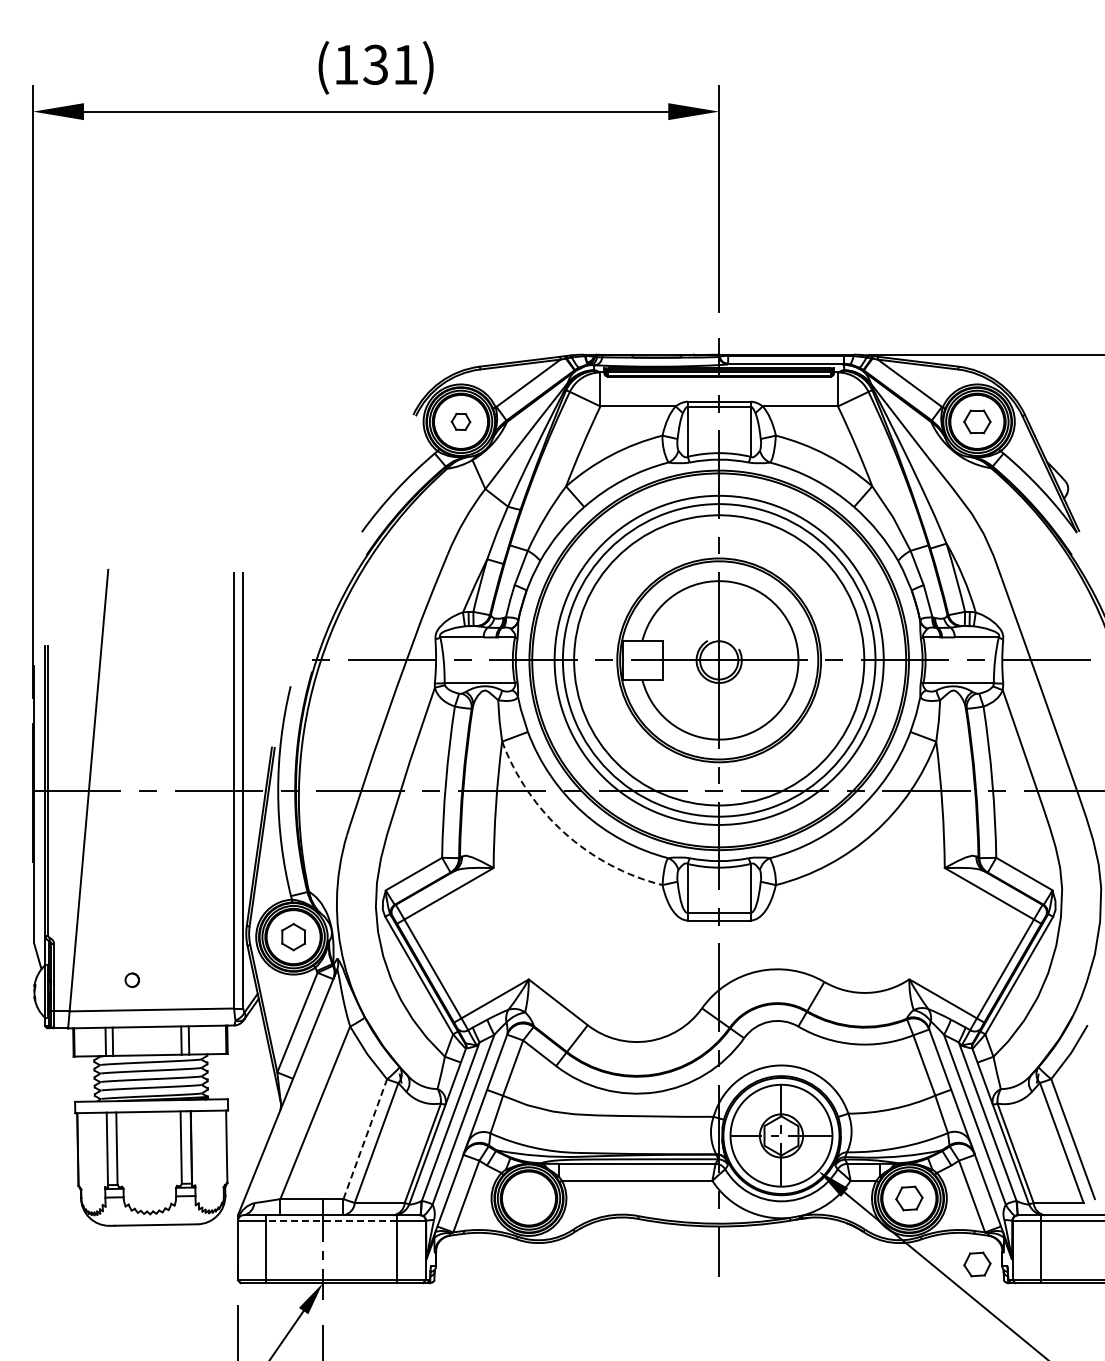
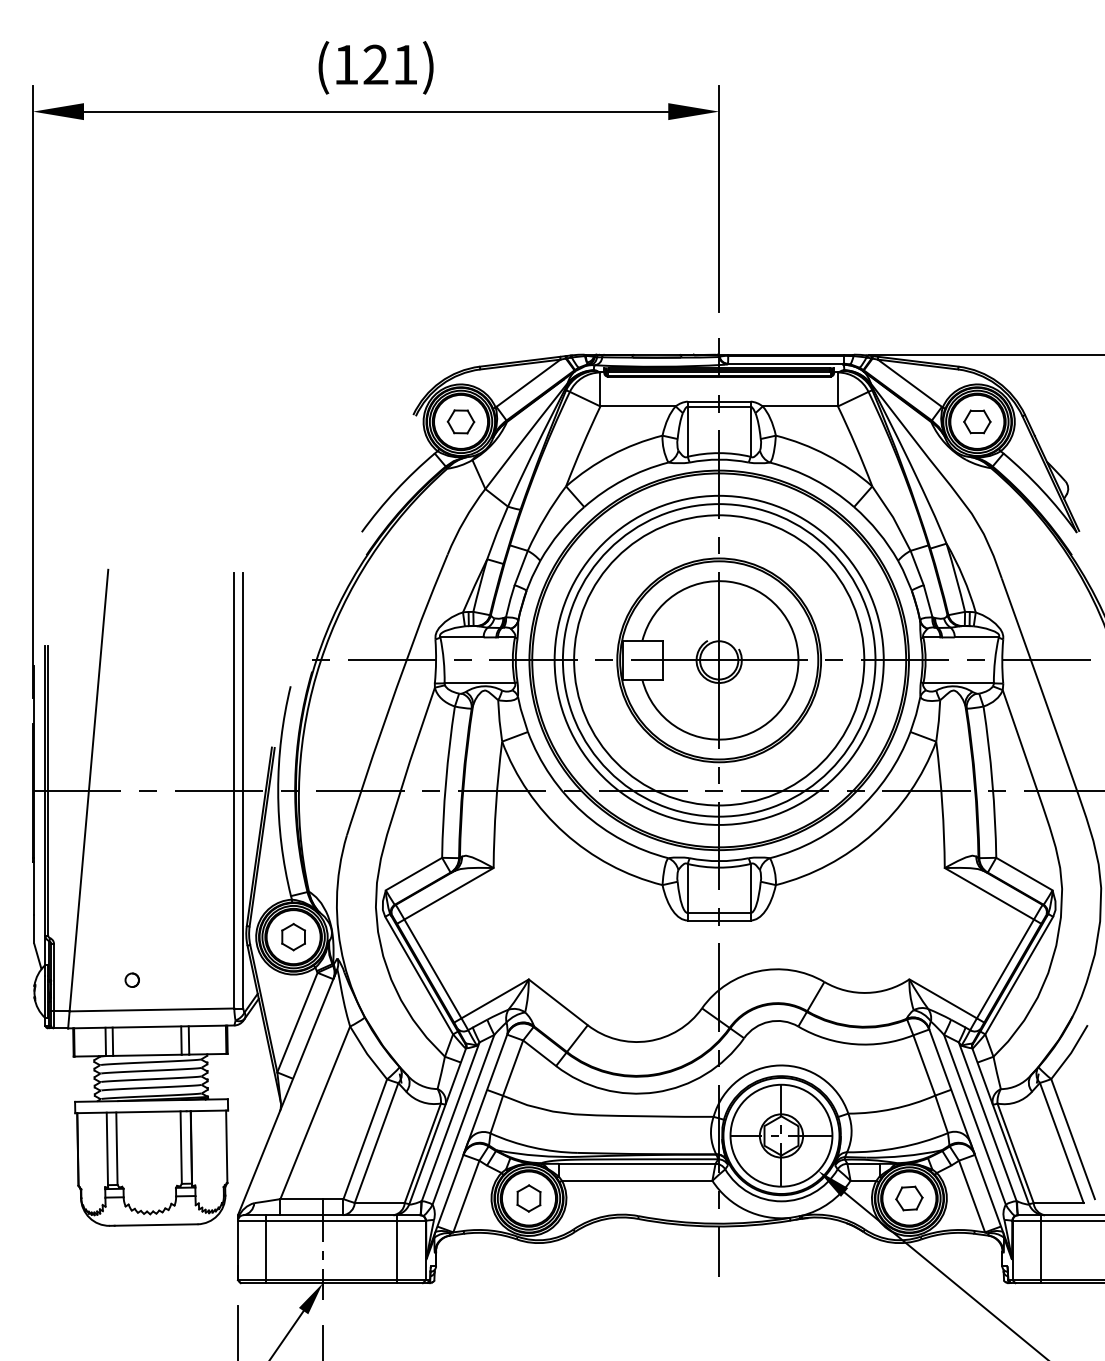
text at (375, 64): (131) -> (121)
part at (460, 421) size: 22x19 px -> 30x26 px
arc at (564, 833): dashed -> solid
line at (365, 1139): dashed -> solid
part at (528, 1198): none -> present
line at (331, 1220): dashed -> solid
part at (977, 1264): present -> none
